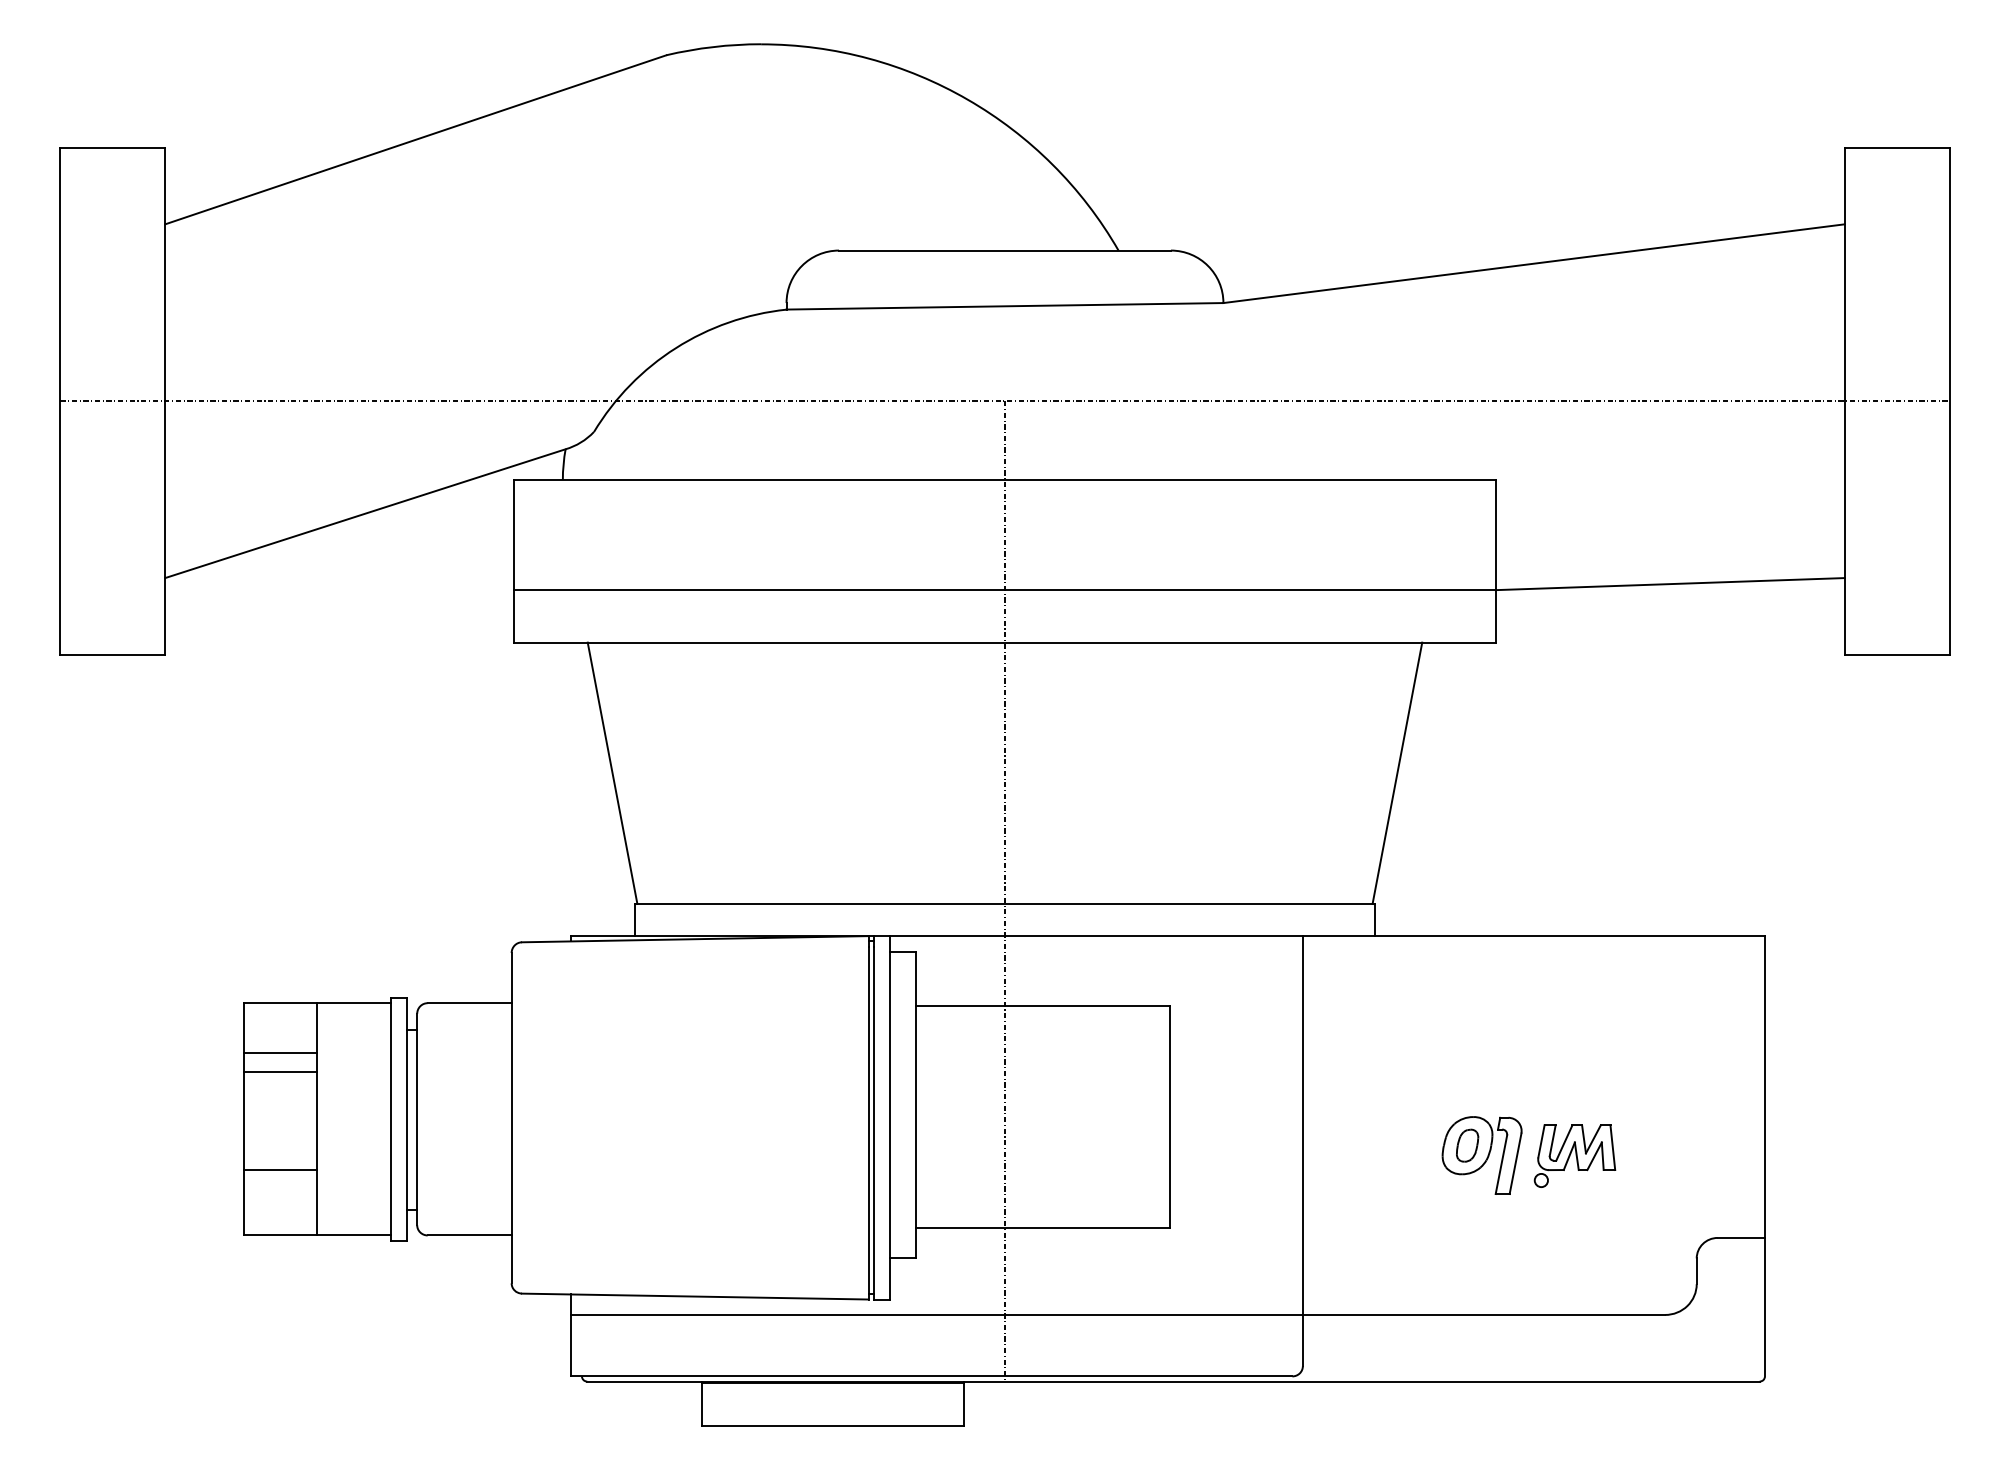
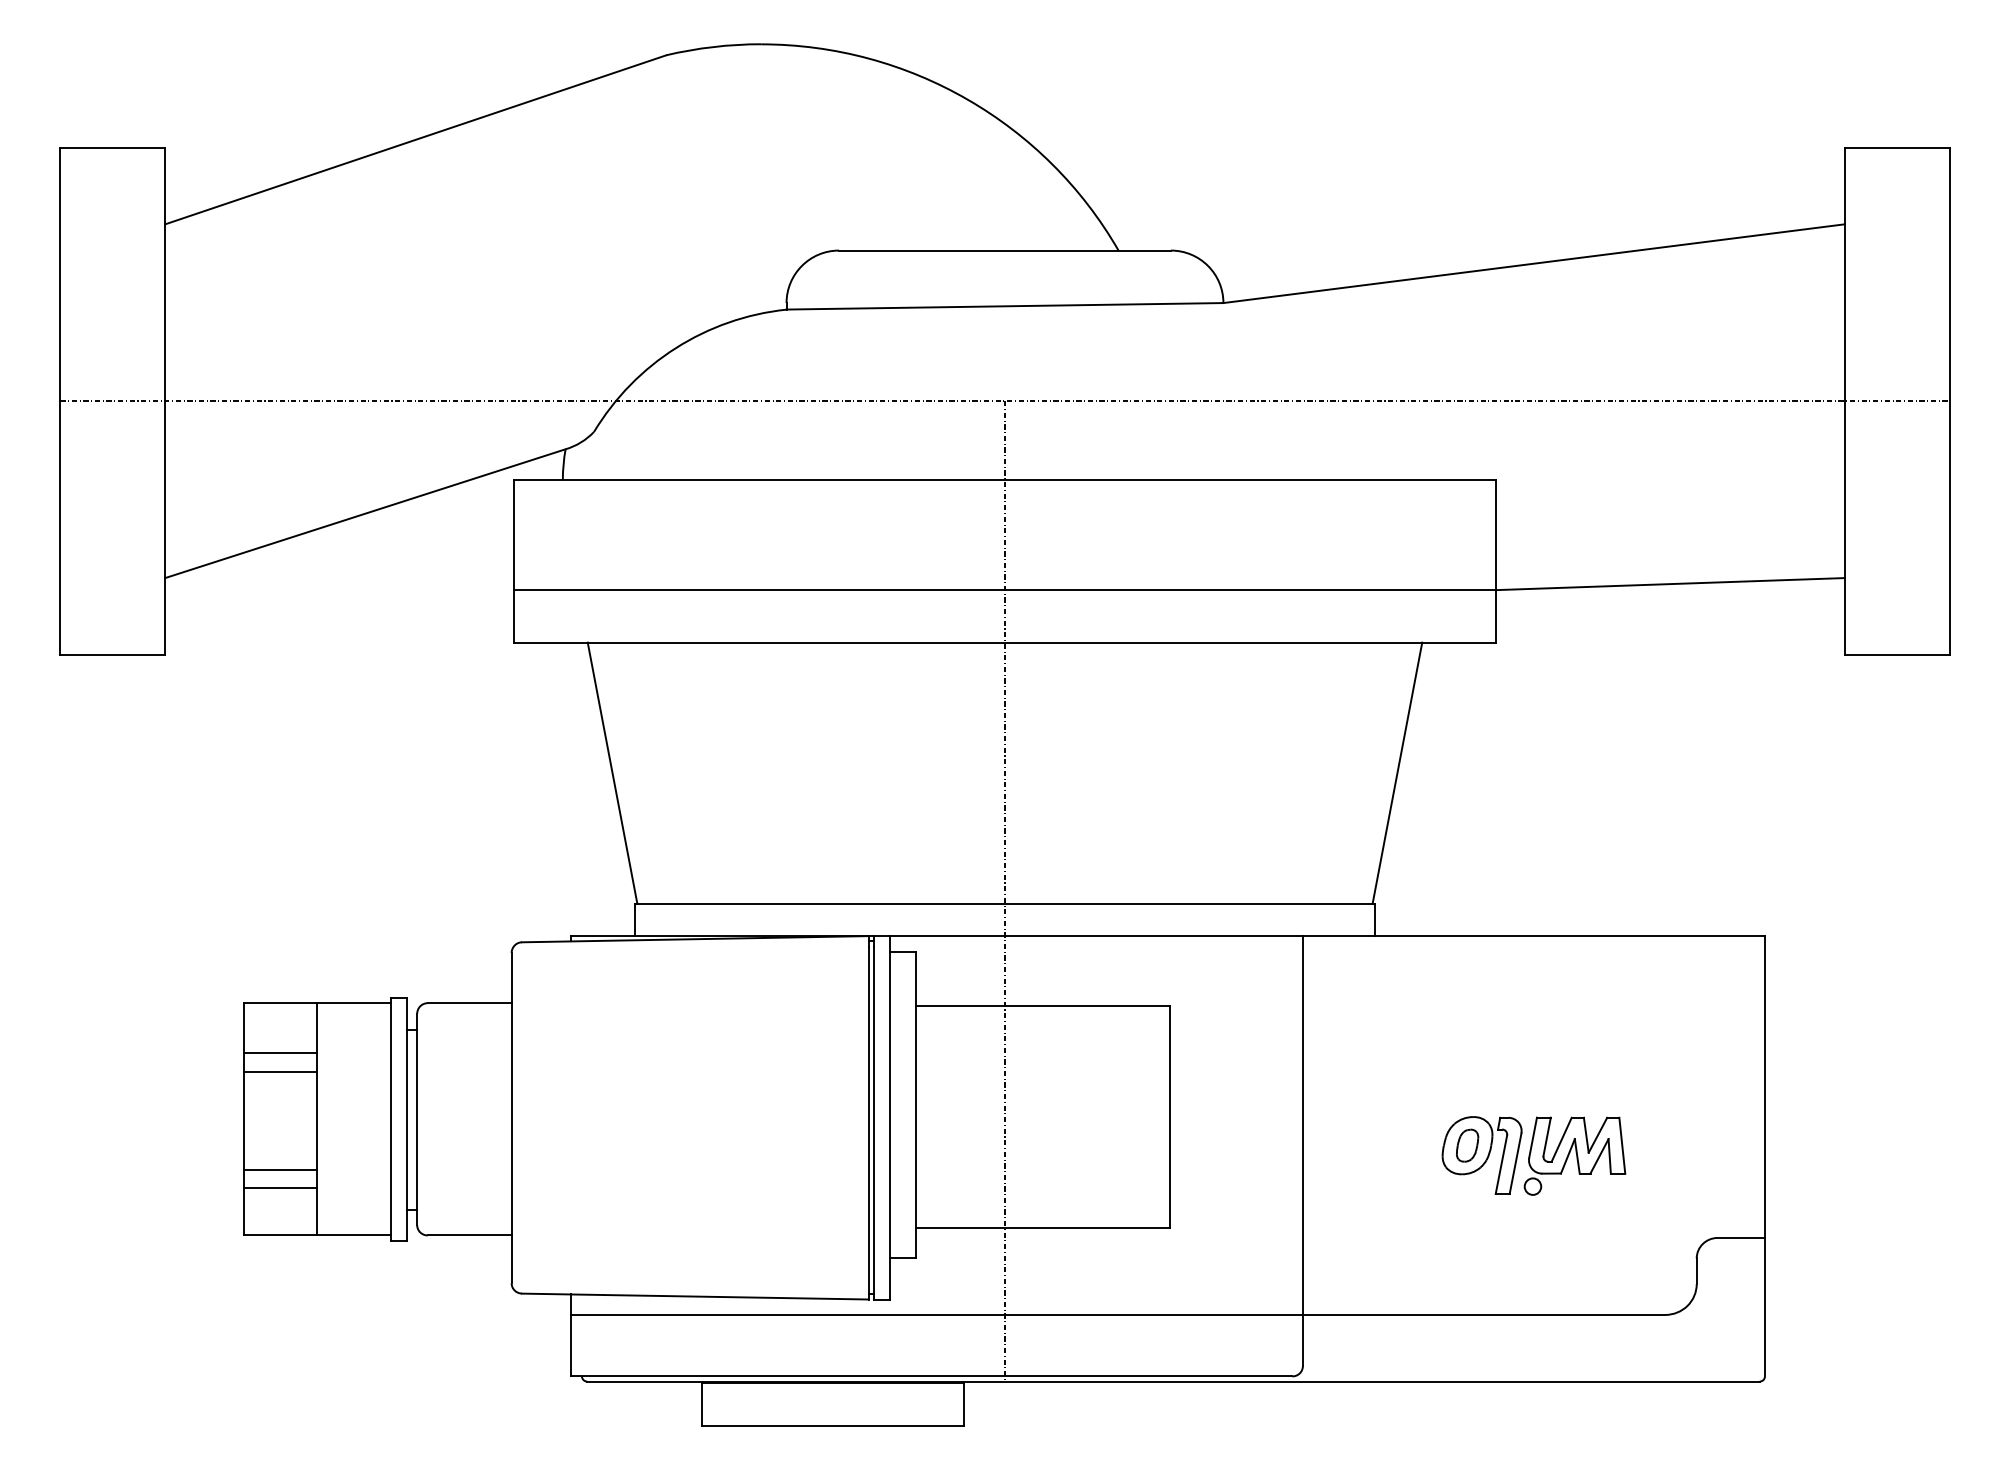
part at (1574, 1155) size: 84x64 px -> 104x80 px
line at (280, 1187): none -> present
